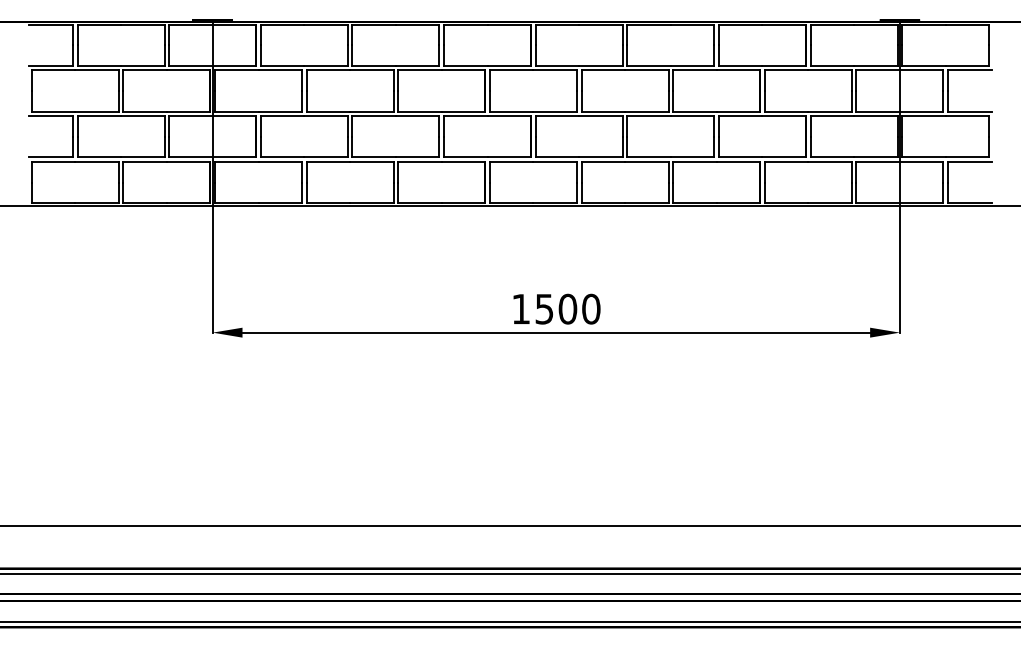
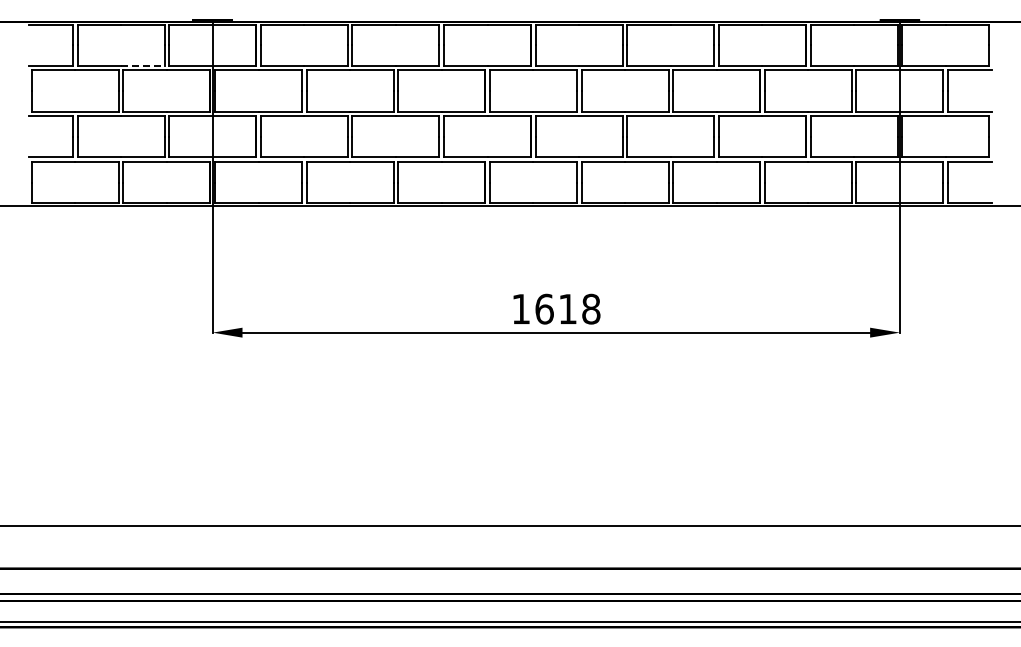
line at (142, 65): solid -> dashed
text at (567, 308): 1500 -> 1618
line at (509, 573): present -> none
